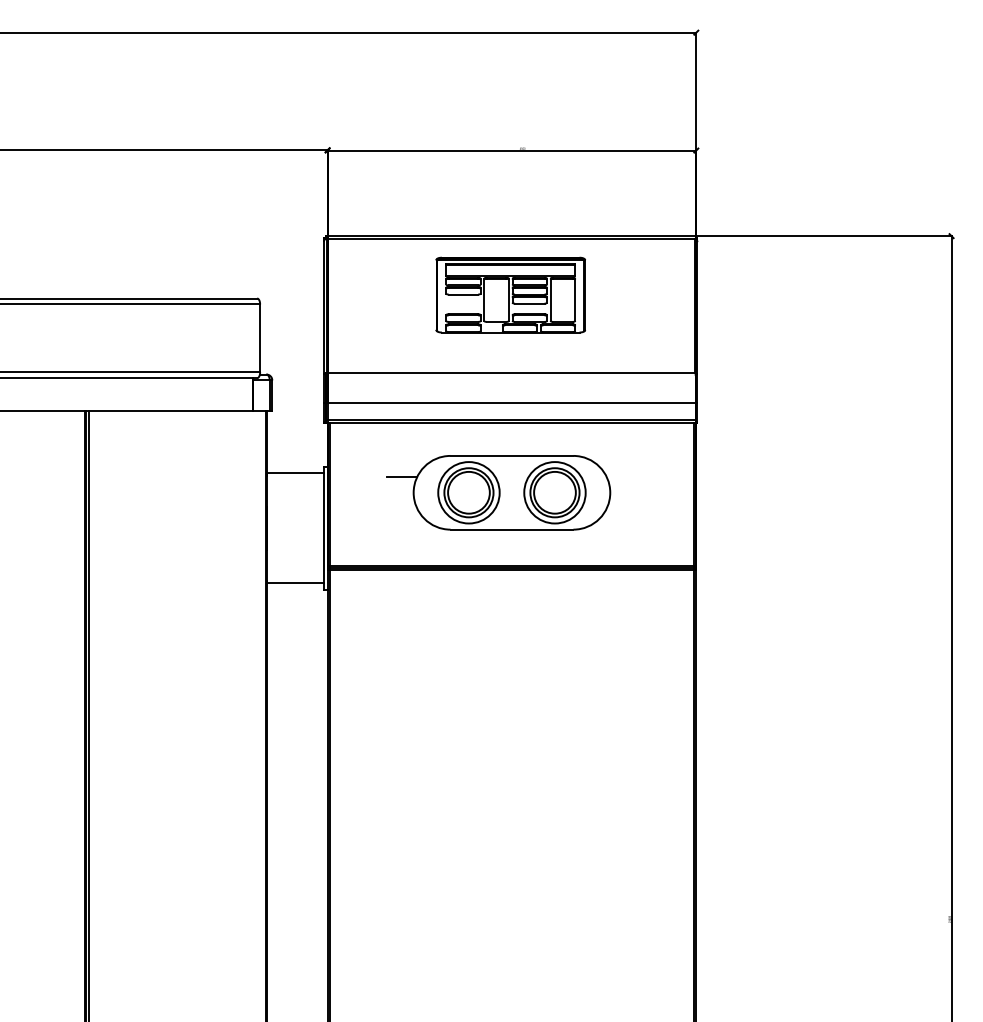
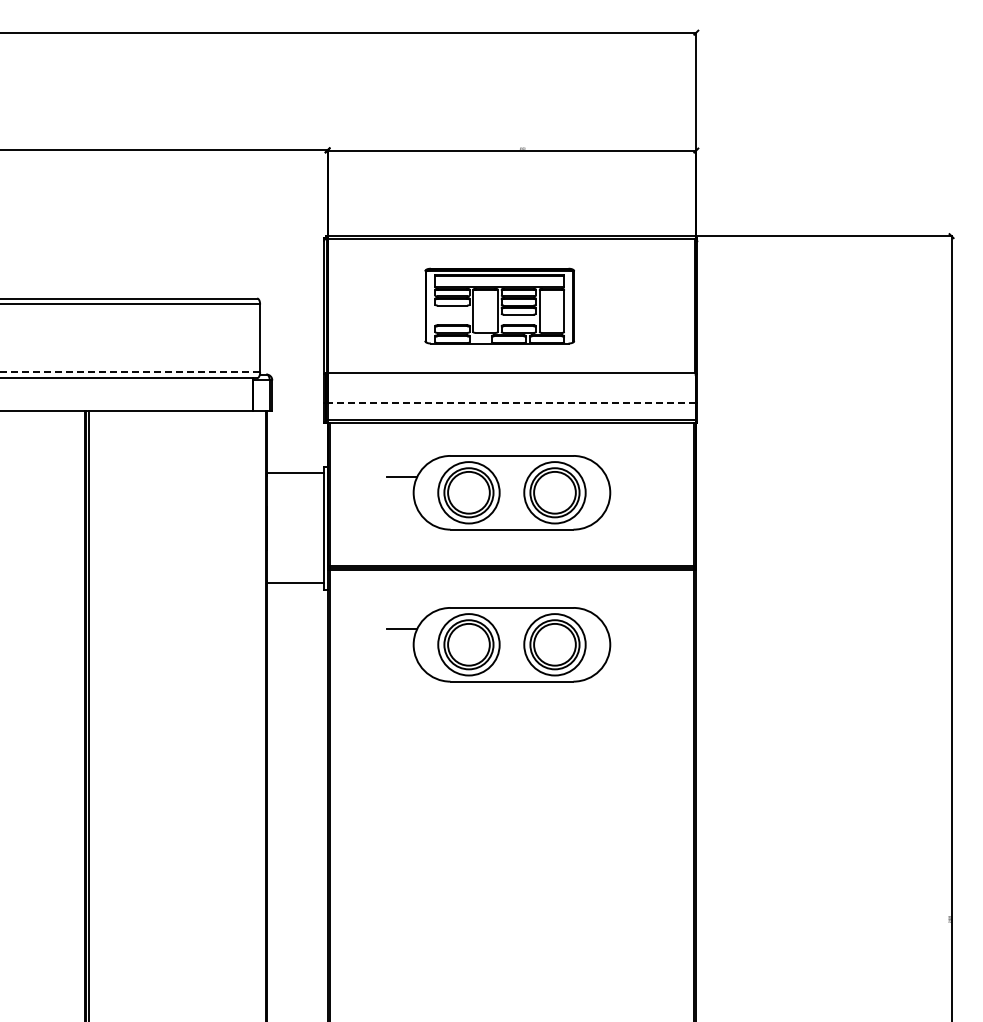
part at (510, 294) position: (510, 294) -> (499, 305)
line at (130, 372): solid -> dashed
line at (510, 402): solid -> dashed
part at (498, 644): none -> present
